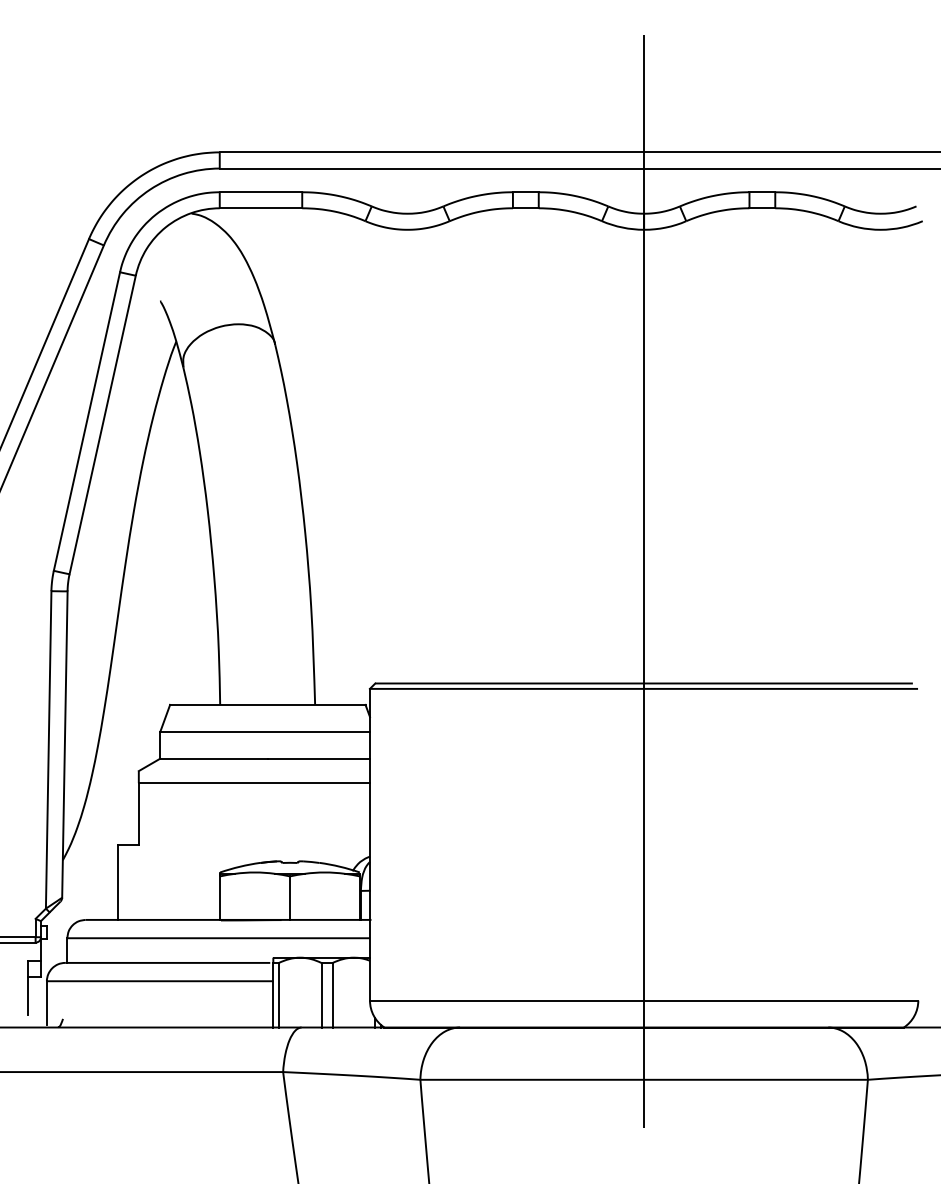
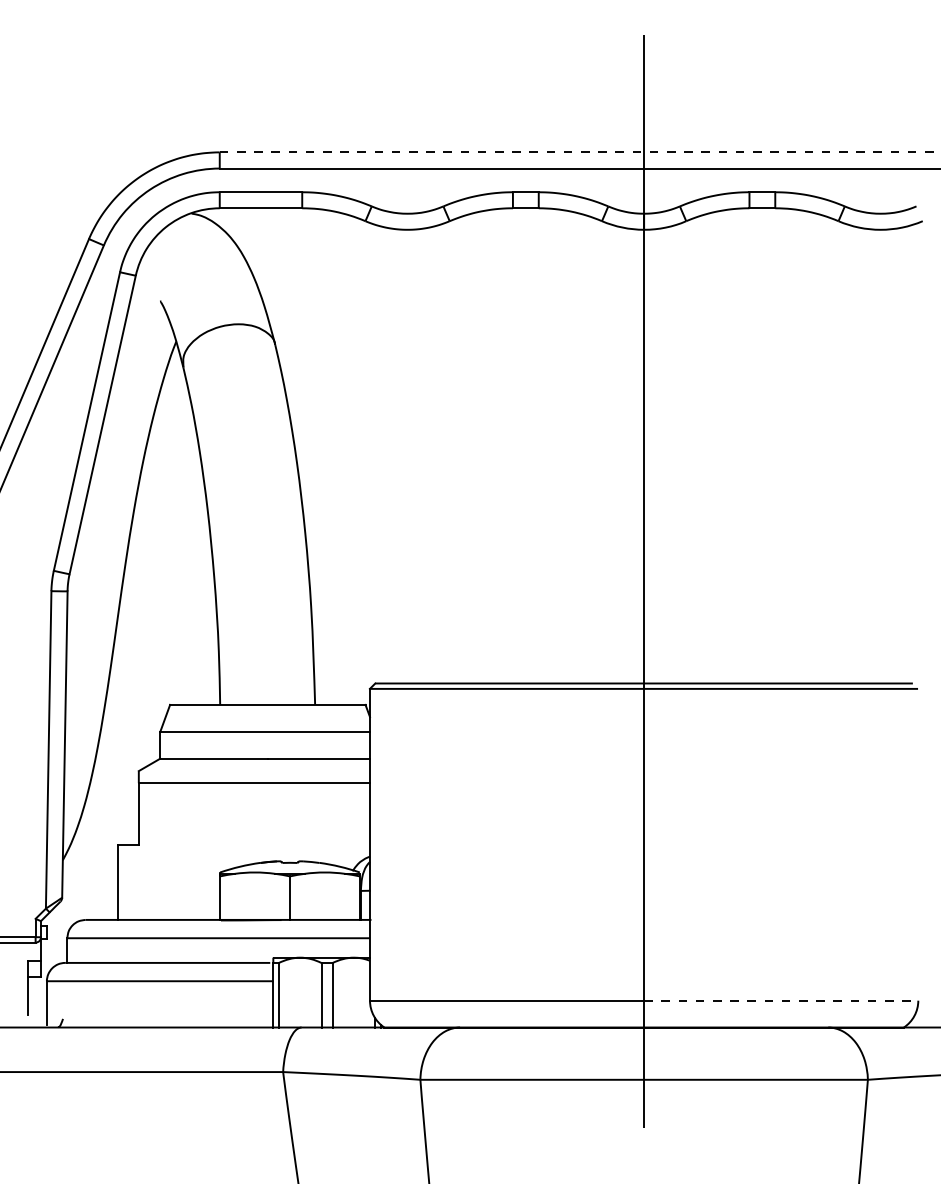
line at (580, 152): solid -> dashed
line at (781, 1000): solid -> dashed
